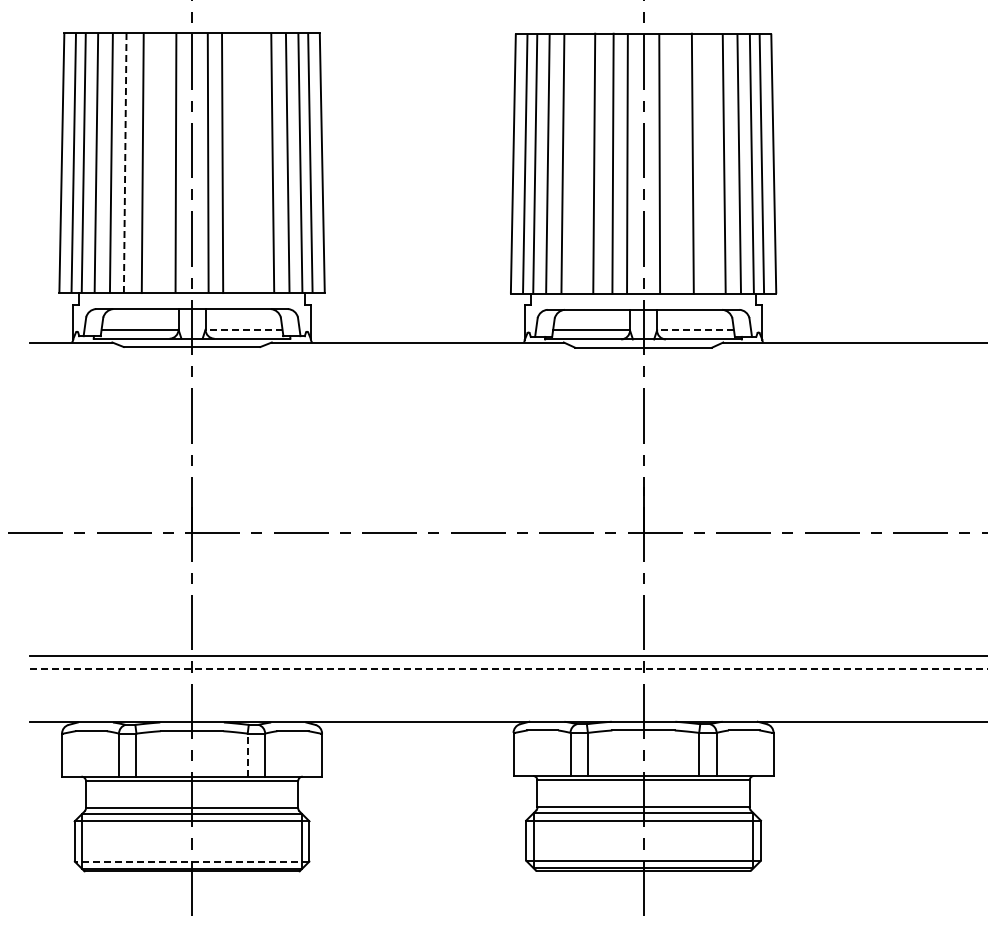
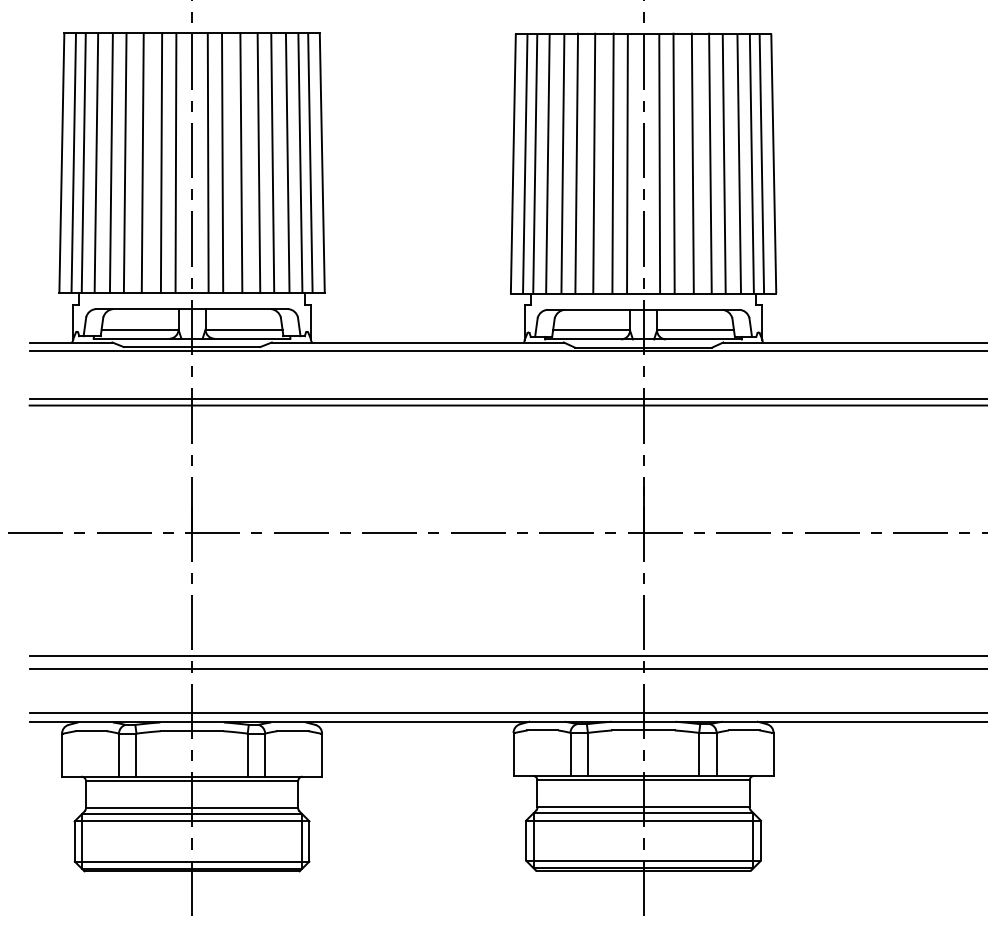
line at (125, 163): dashed -> solid
line at (161, 163): none -> present
line at (241, 163): none -> present
line at (258, 163): none -> present
line at (576, 163): none -> present
line at (673, 163): none -> present
line at (710, 163): none -> present
line at (243, 329): dashed -> solid
line at (695, 330): dashed -> solid
line at (506, 351): none -> present
line at (506, 398): none -> present
line at (506, 405): none -> present
line at (508, 669): dashed -> solid
line at (506, 712): none -> present
line at (247, 755): dashed -> solid
line at (192, 862): dashed -> solid
